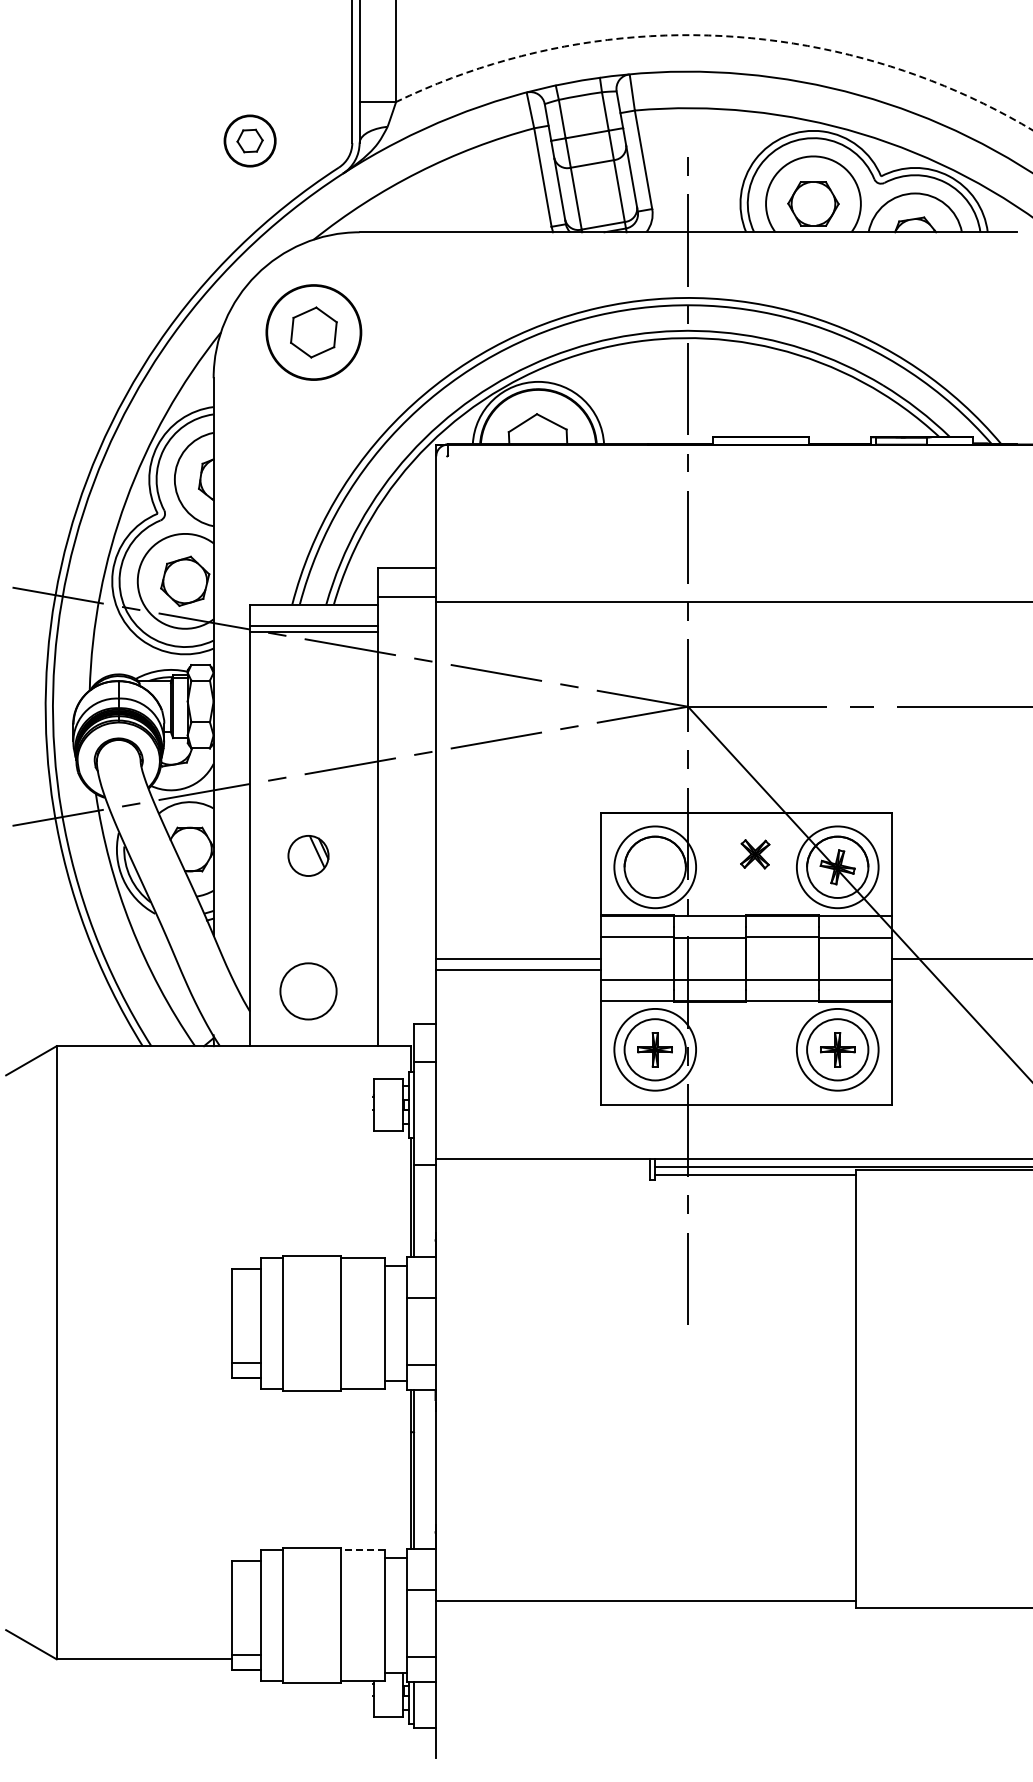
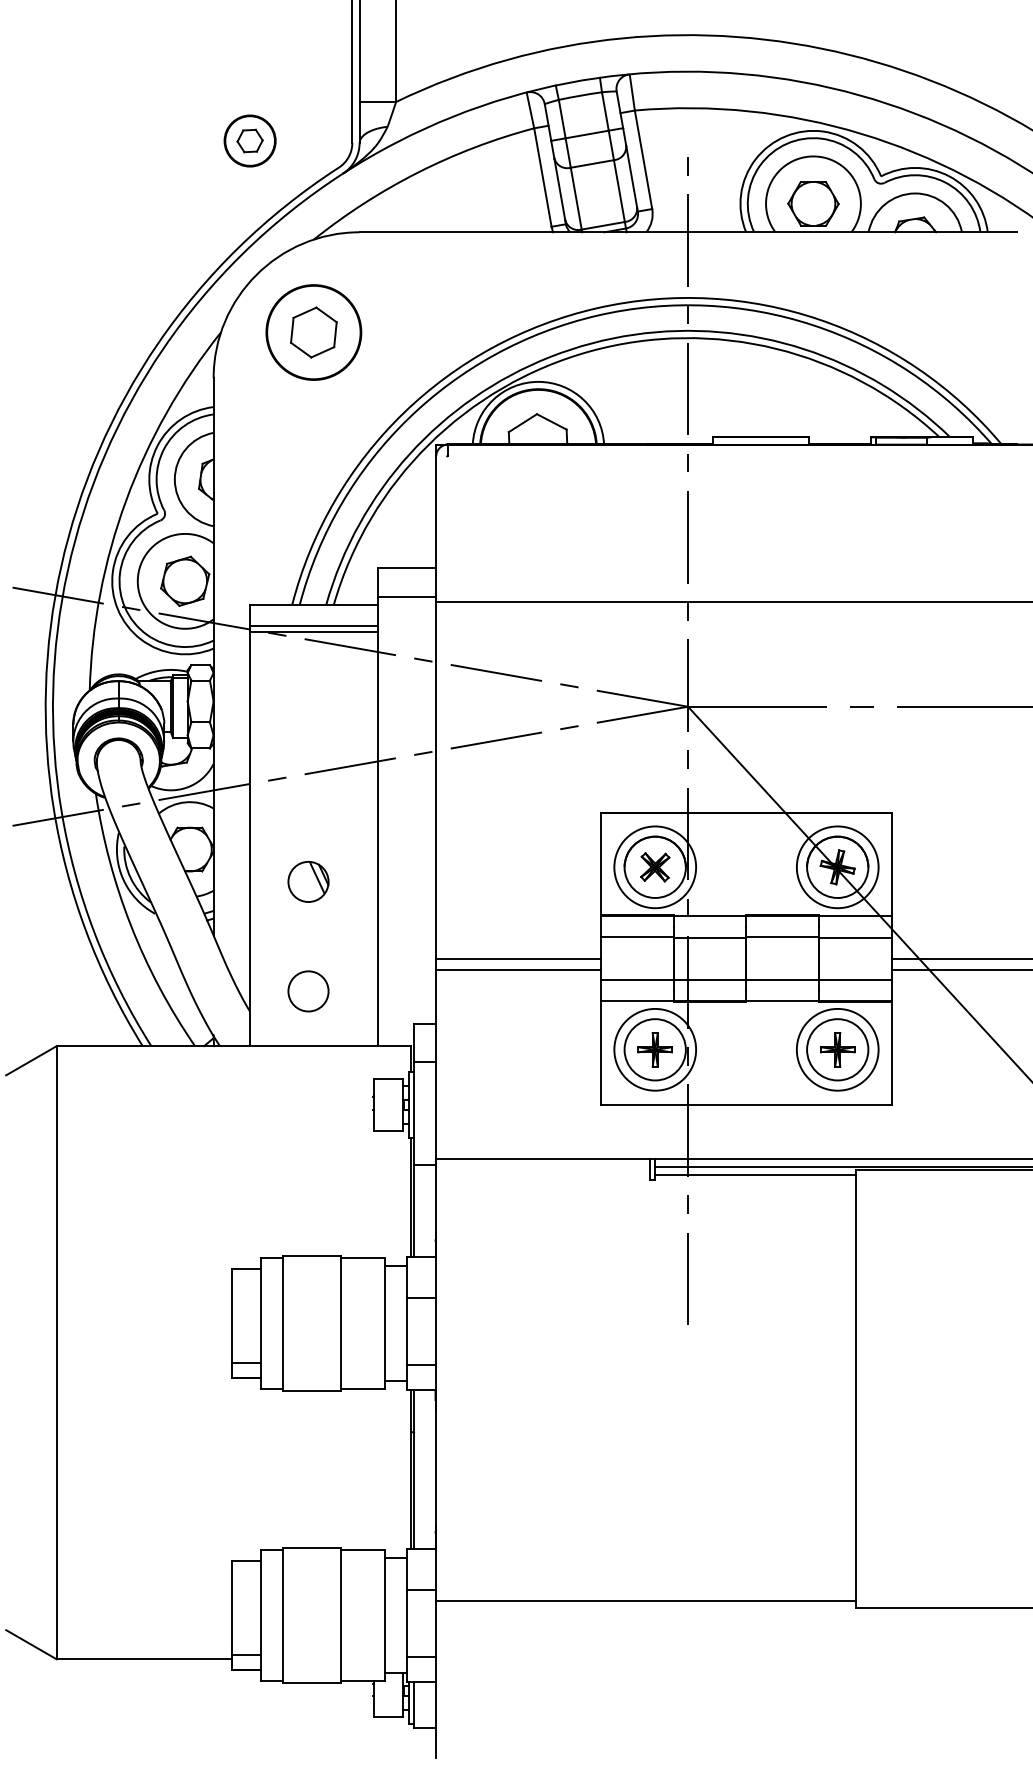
arc at (717, 35): dashed -> solid
part at (755, 854) position: (755, 854) -> (655, 867)
part at (308, 855) position: (308, 855) -> (308, 881)
line at (960, 970): none -> present
circle at (308, 991) diameter: 56 px -> 40 px
line at (363, 1549): dashed -> solid
